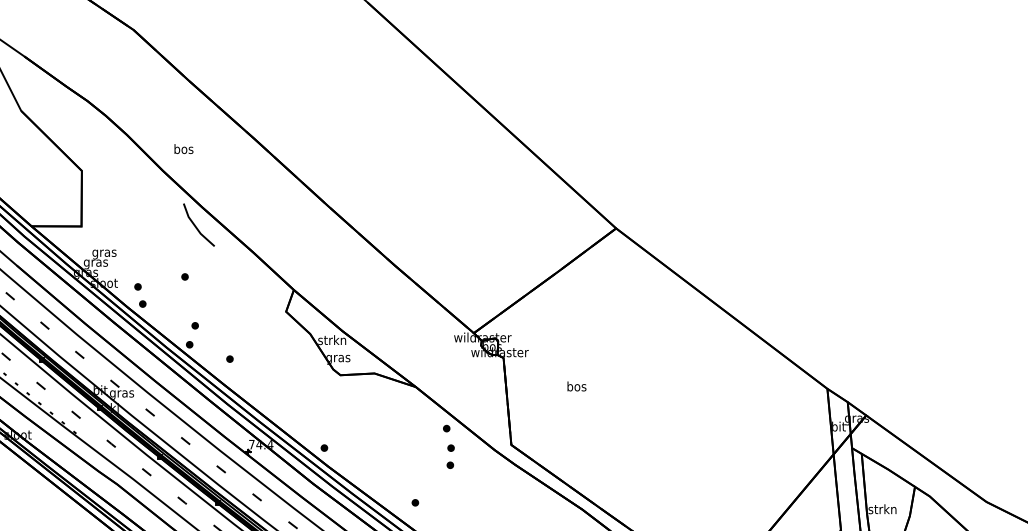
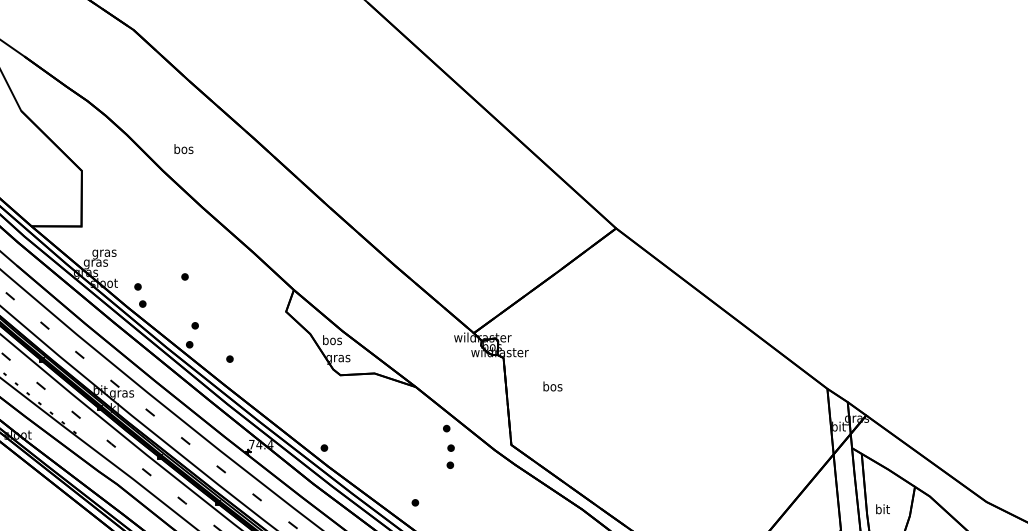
line at (196, 226): present -> none
text at (332, 340): strkn -> bos
text at (576, 386) position: (576, 386) -> (552, 386)
text at (882, 509): strkn -> bit
